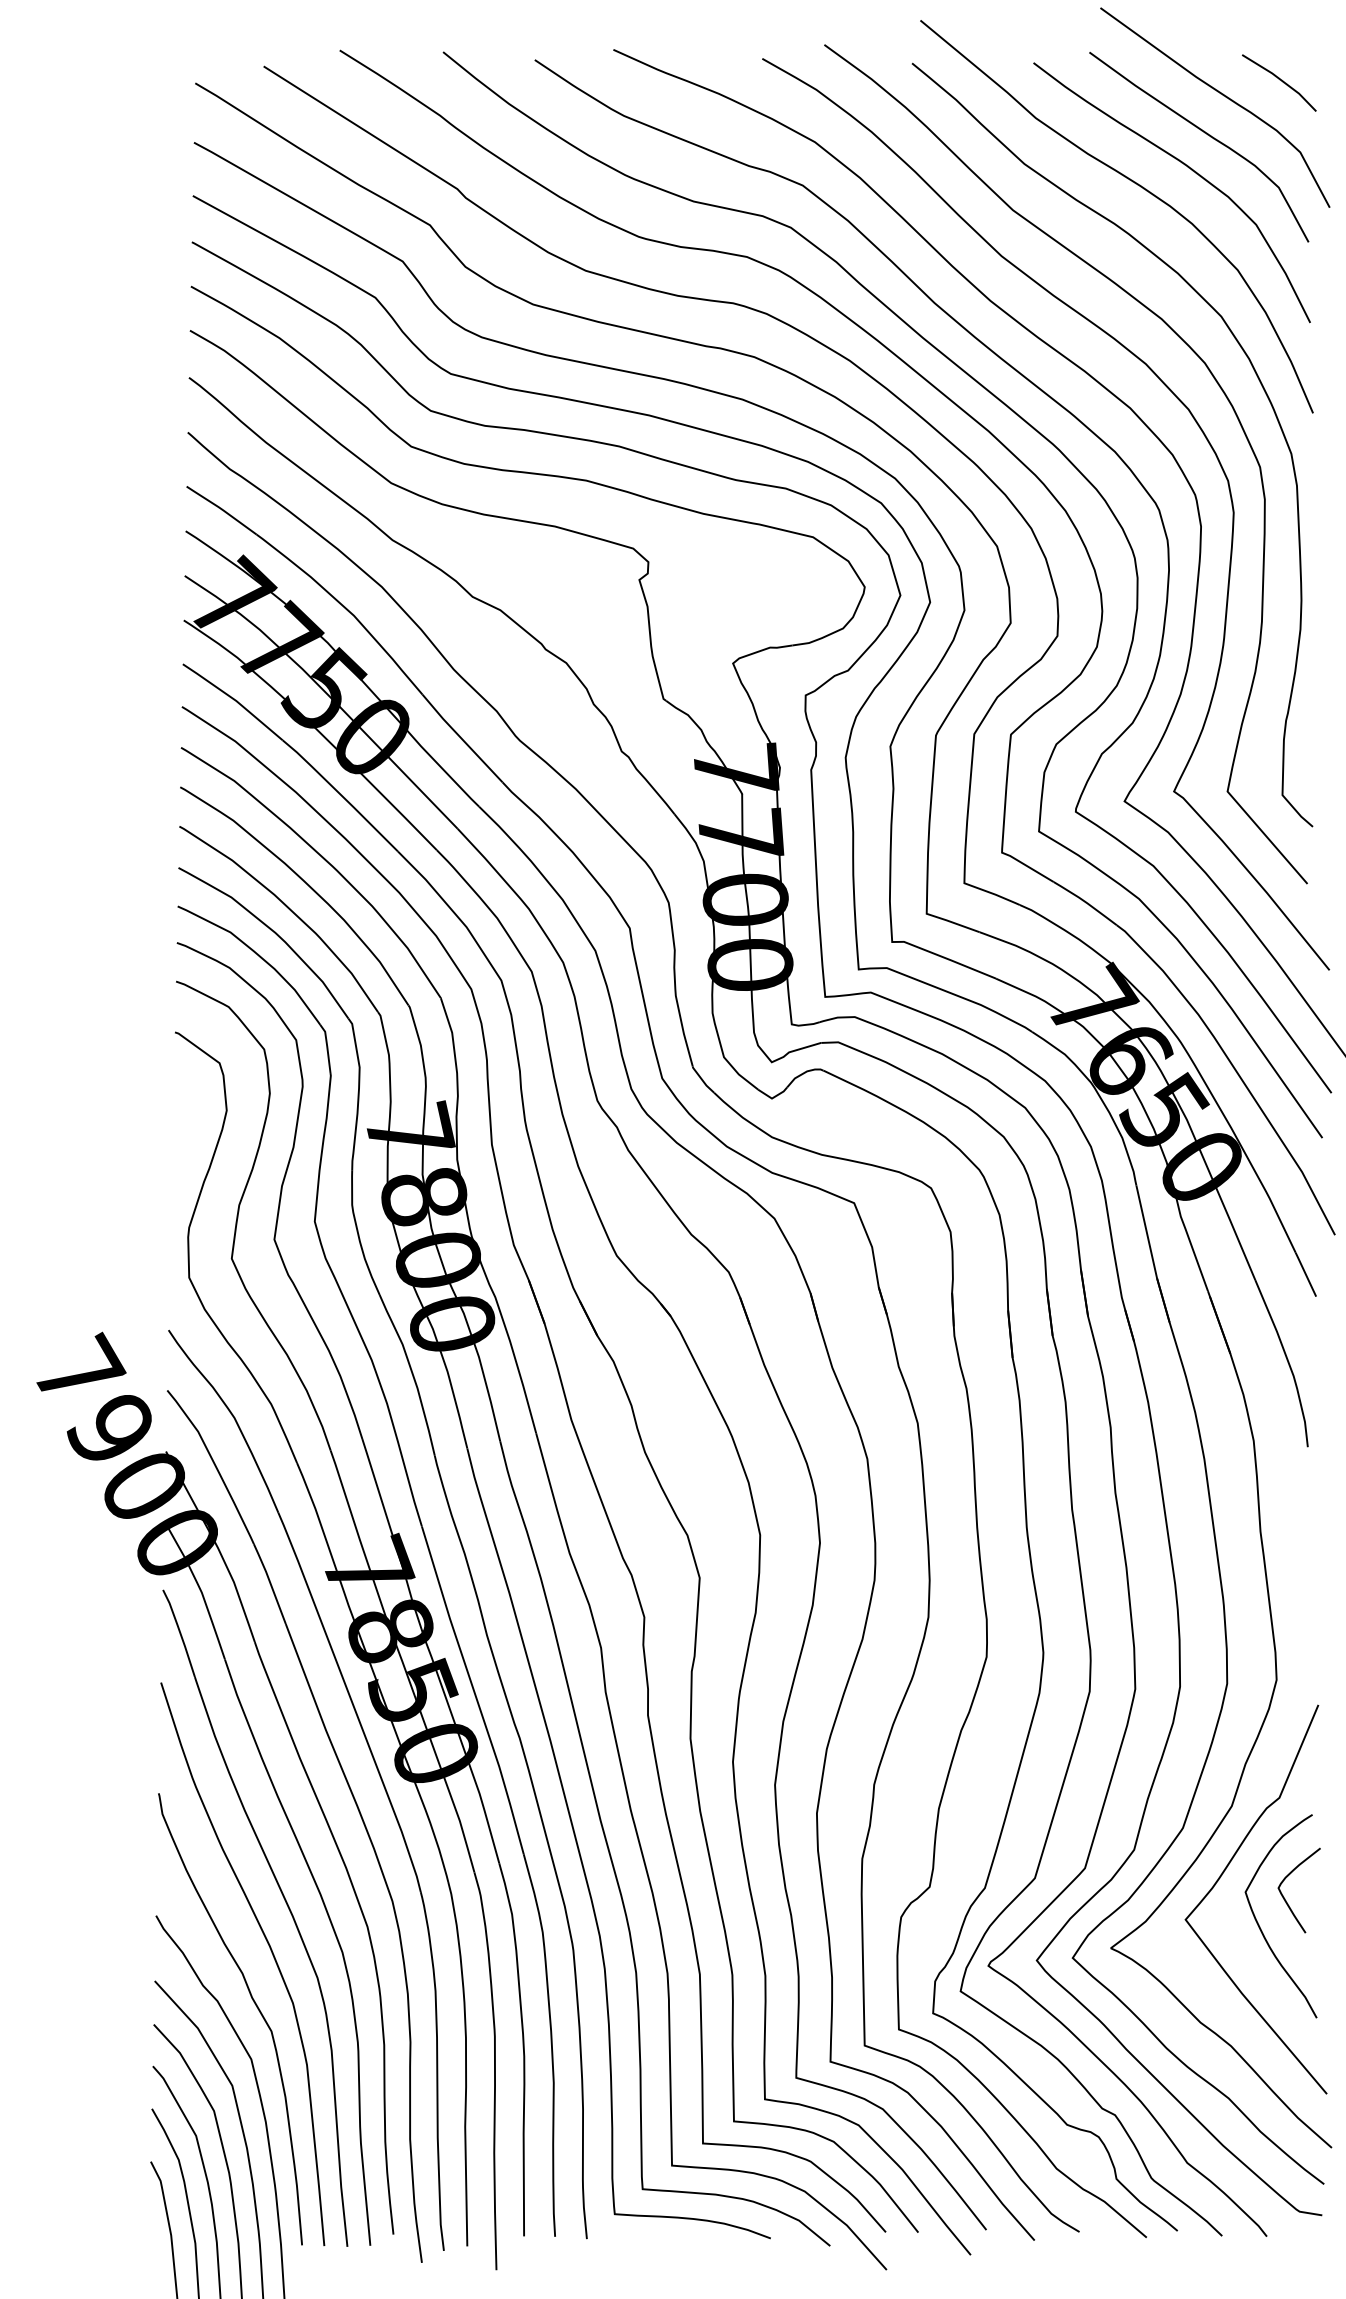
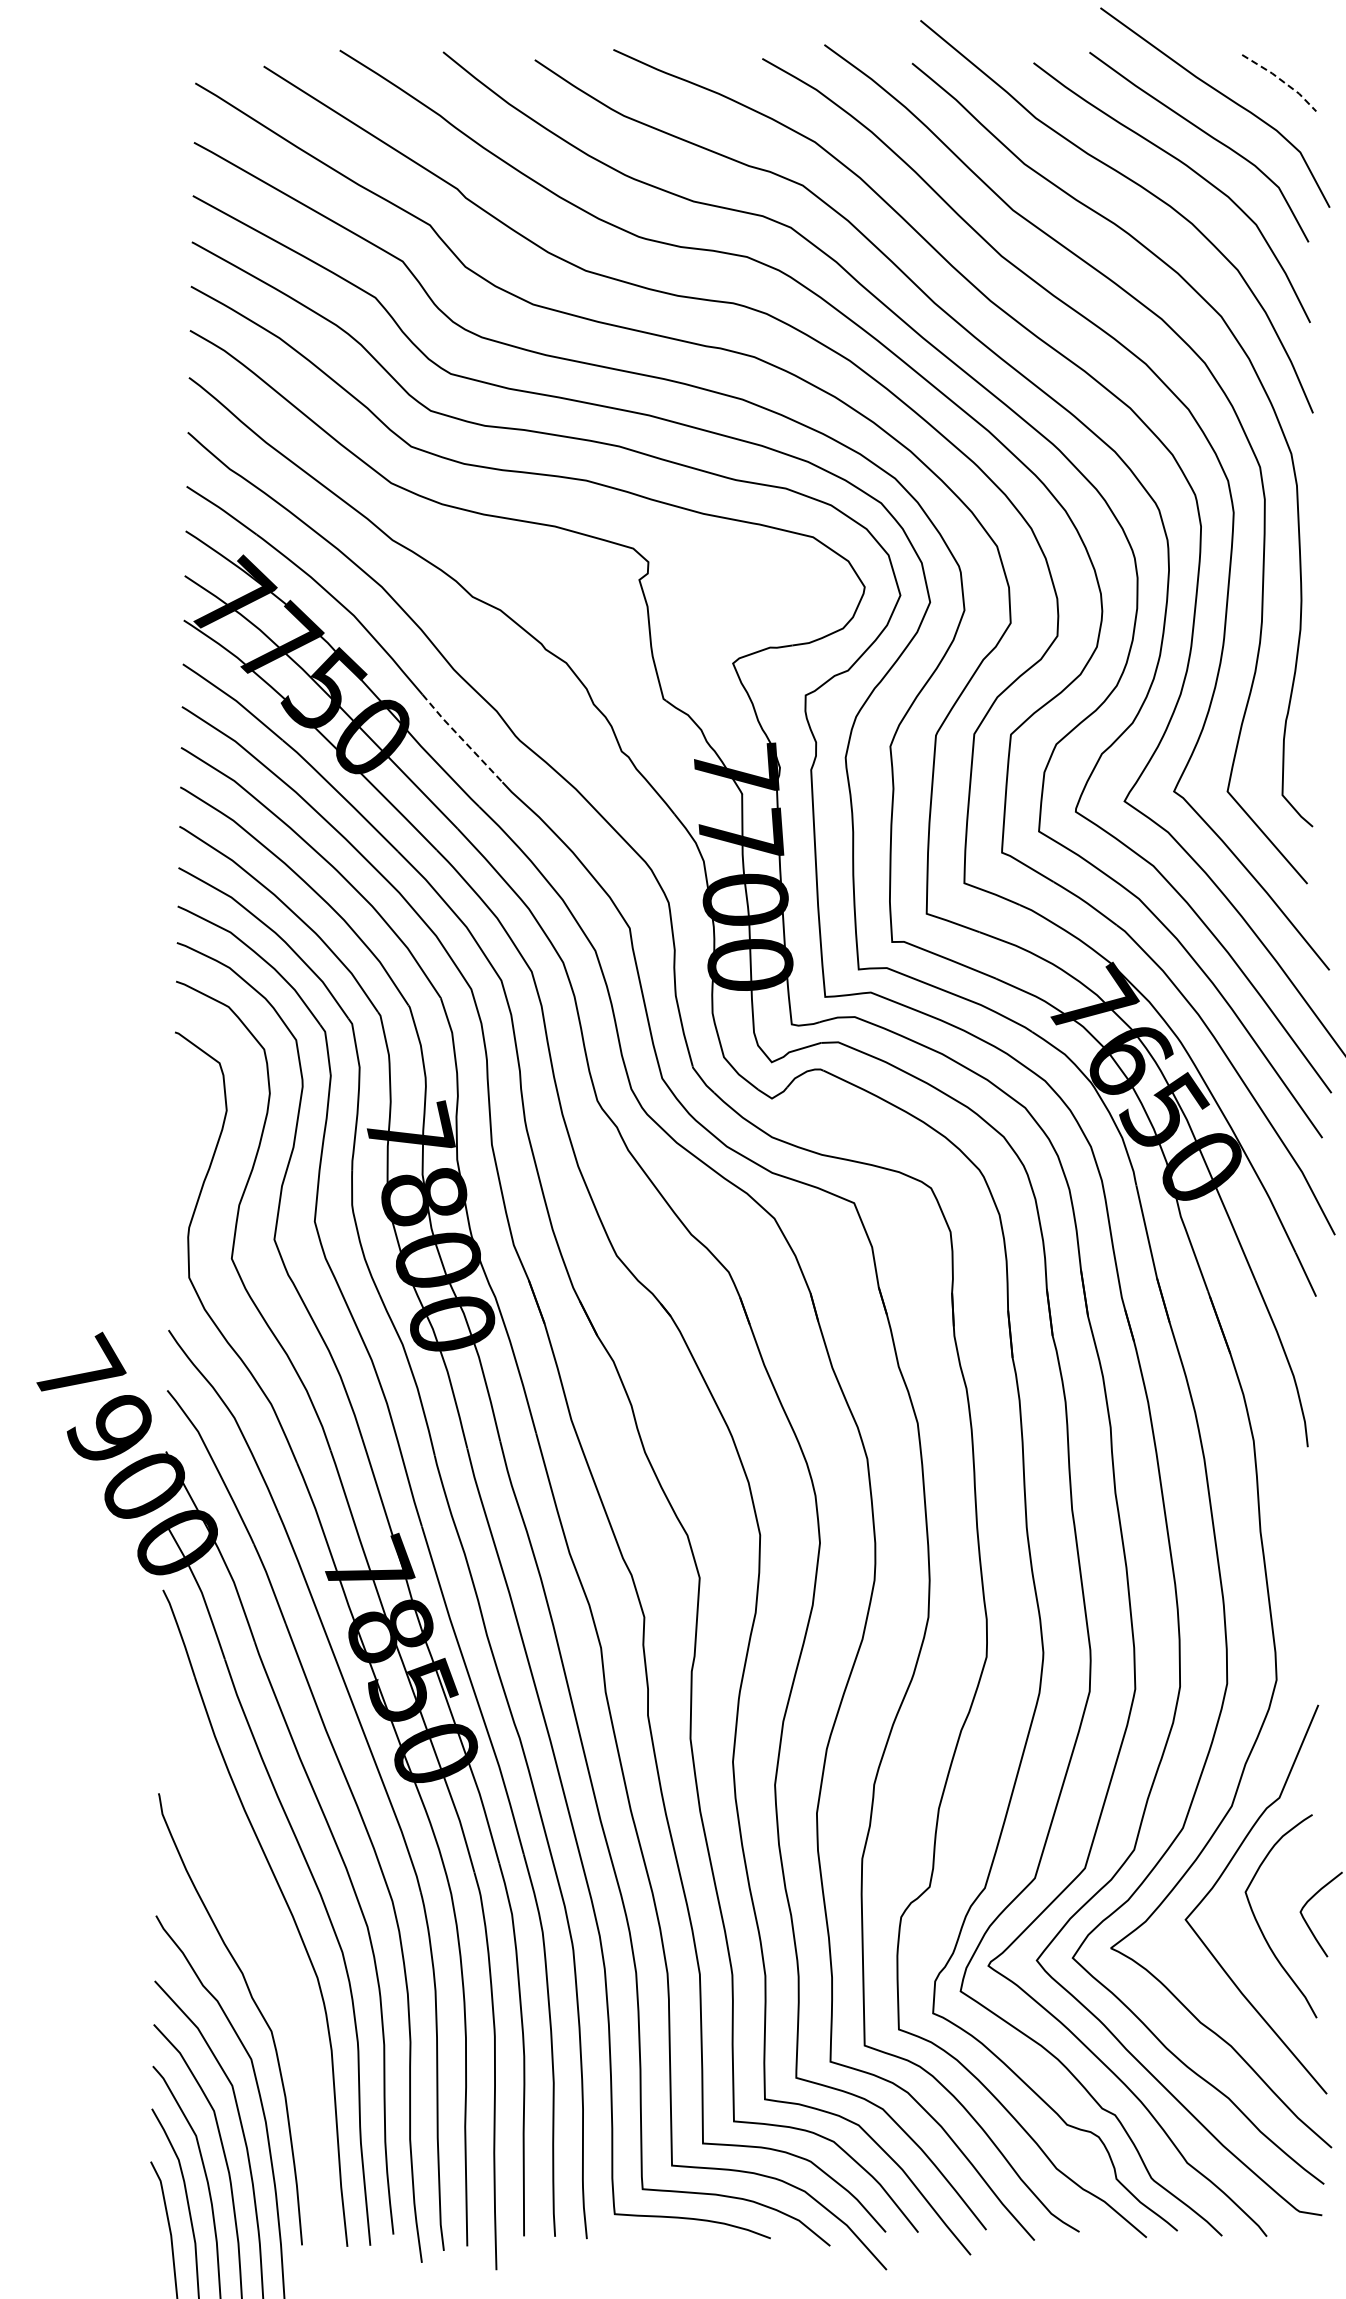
line at (1281, 80): solid -> dashed
line at (461, 738): solid -> dashed
curve at (1285, 1898) position: (1285, 1898) -> (1307, 1922)
curve at (271, 1953): present -> none
